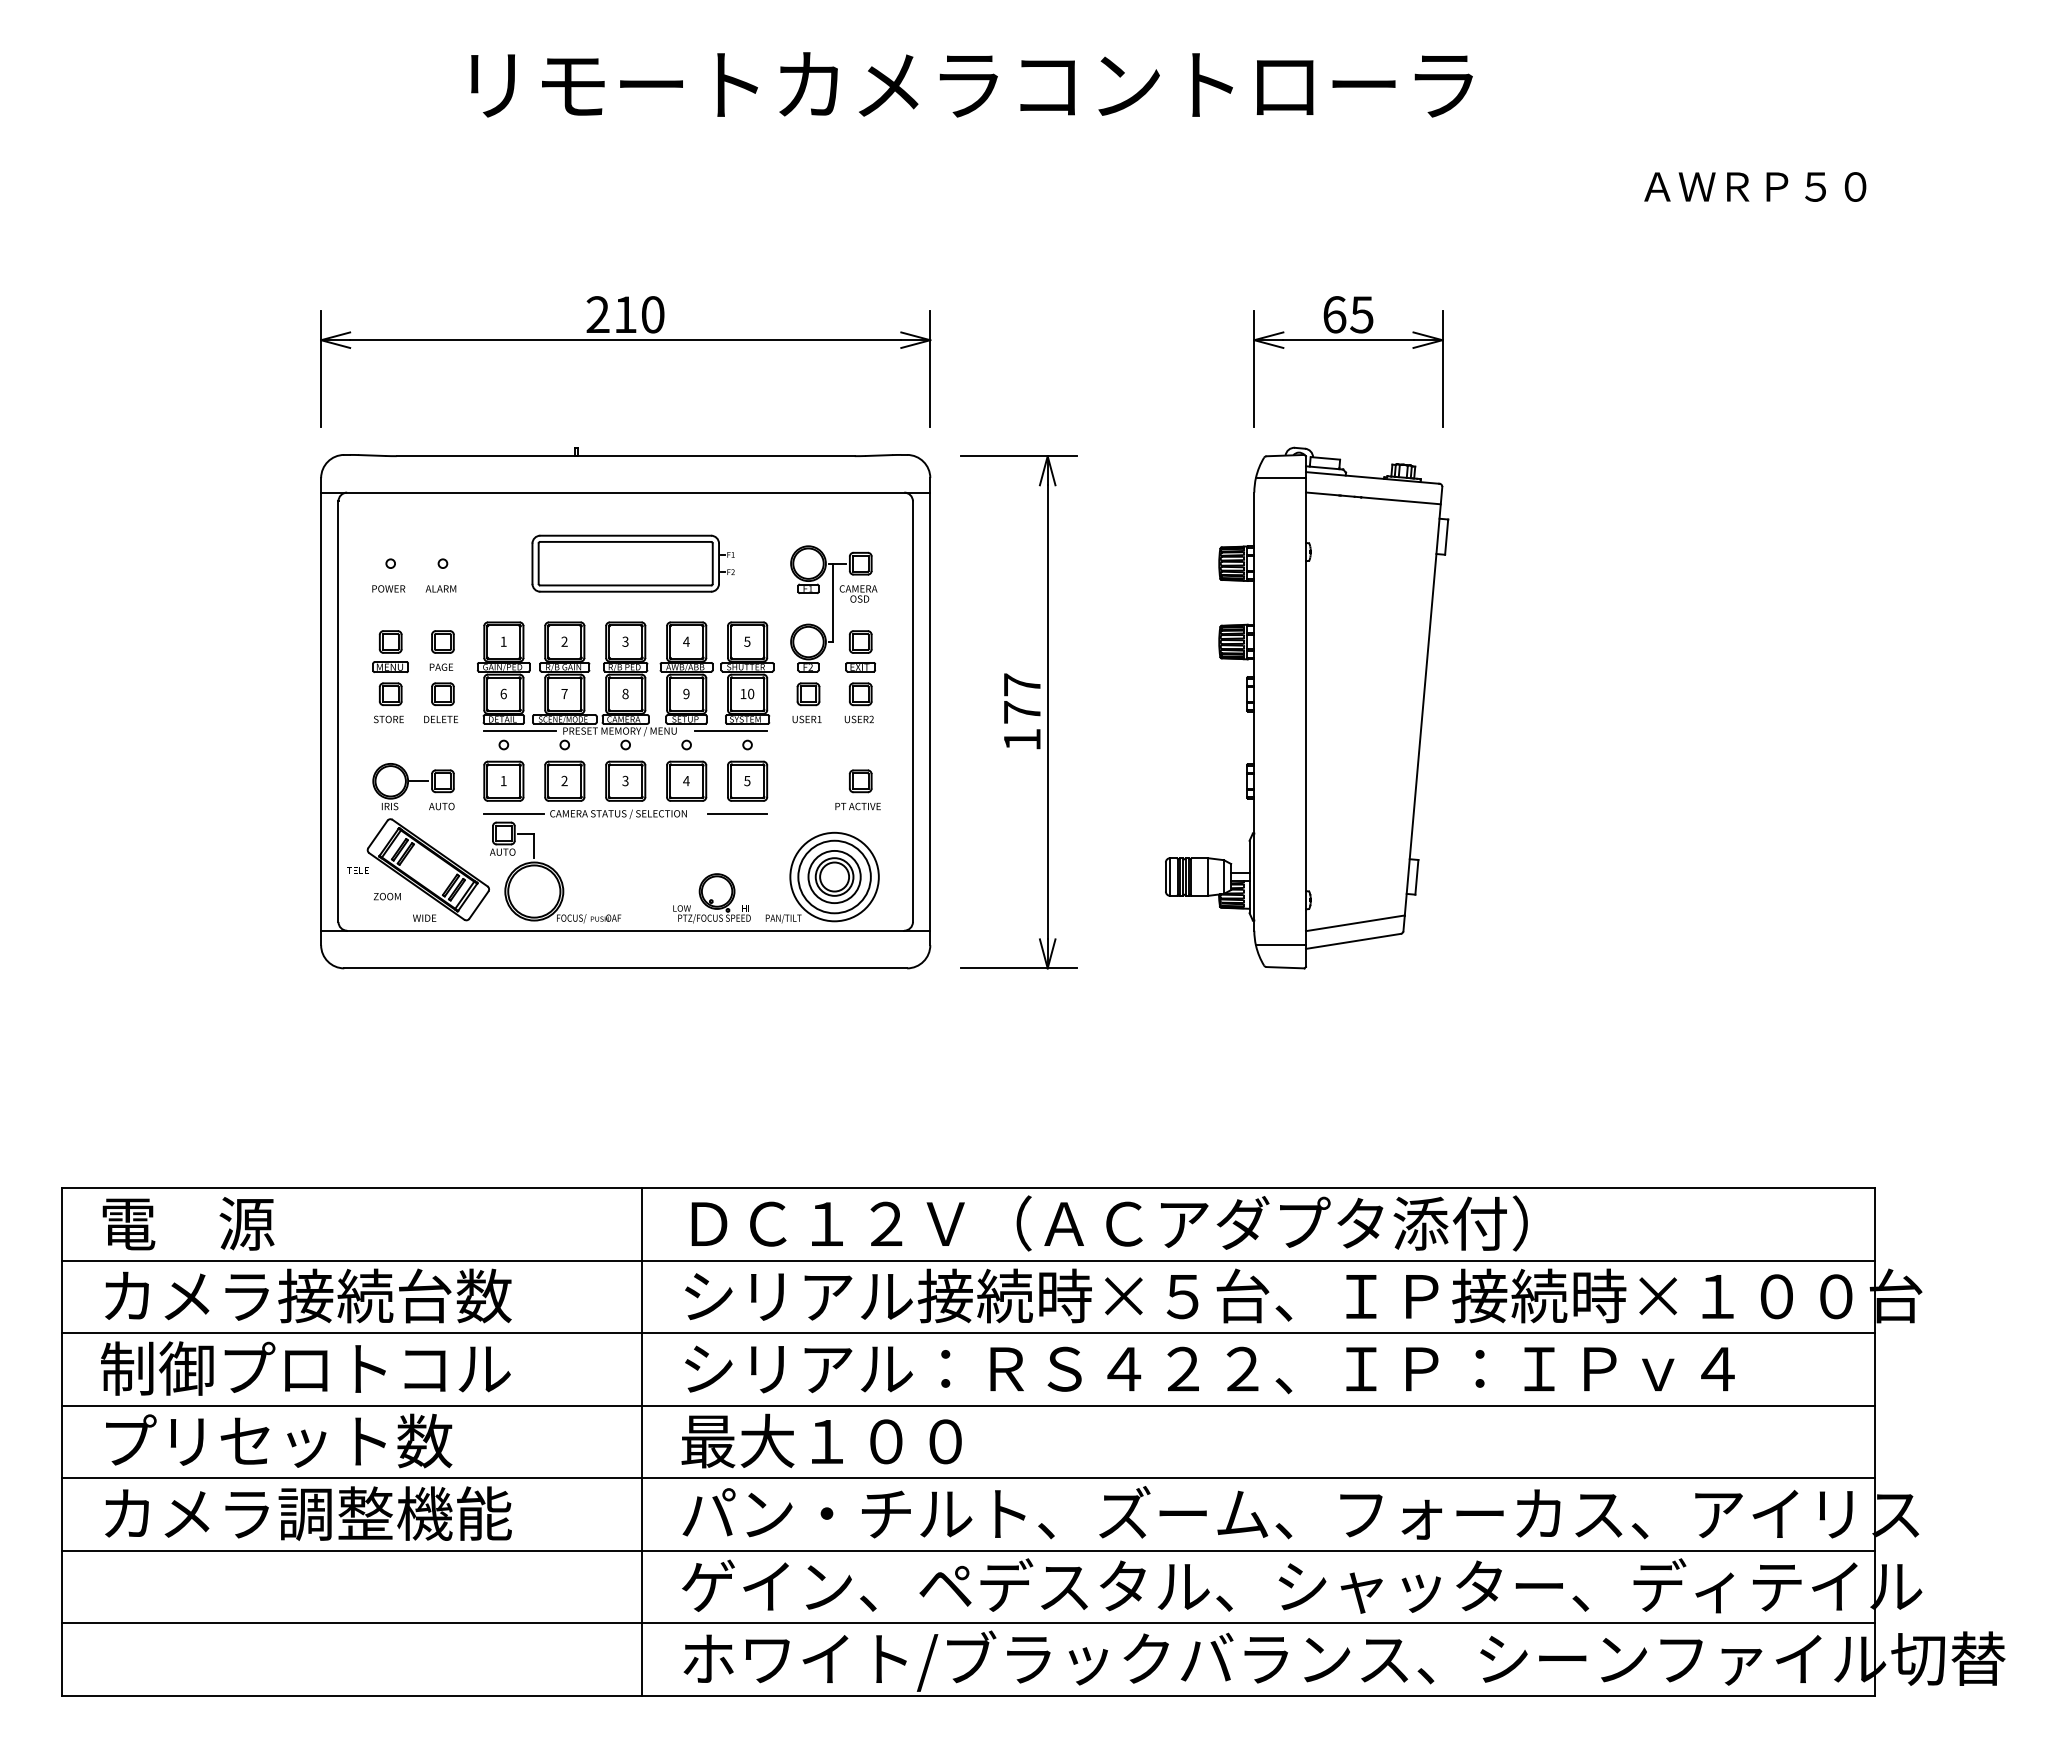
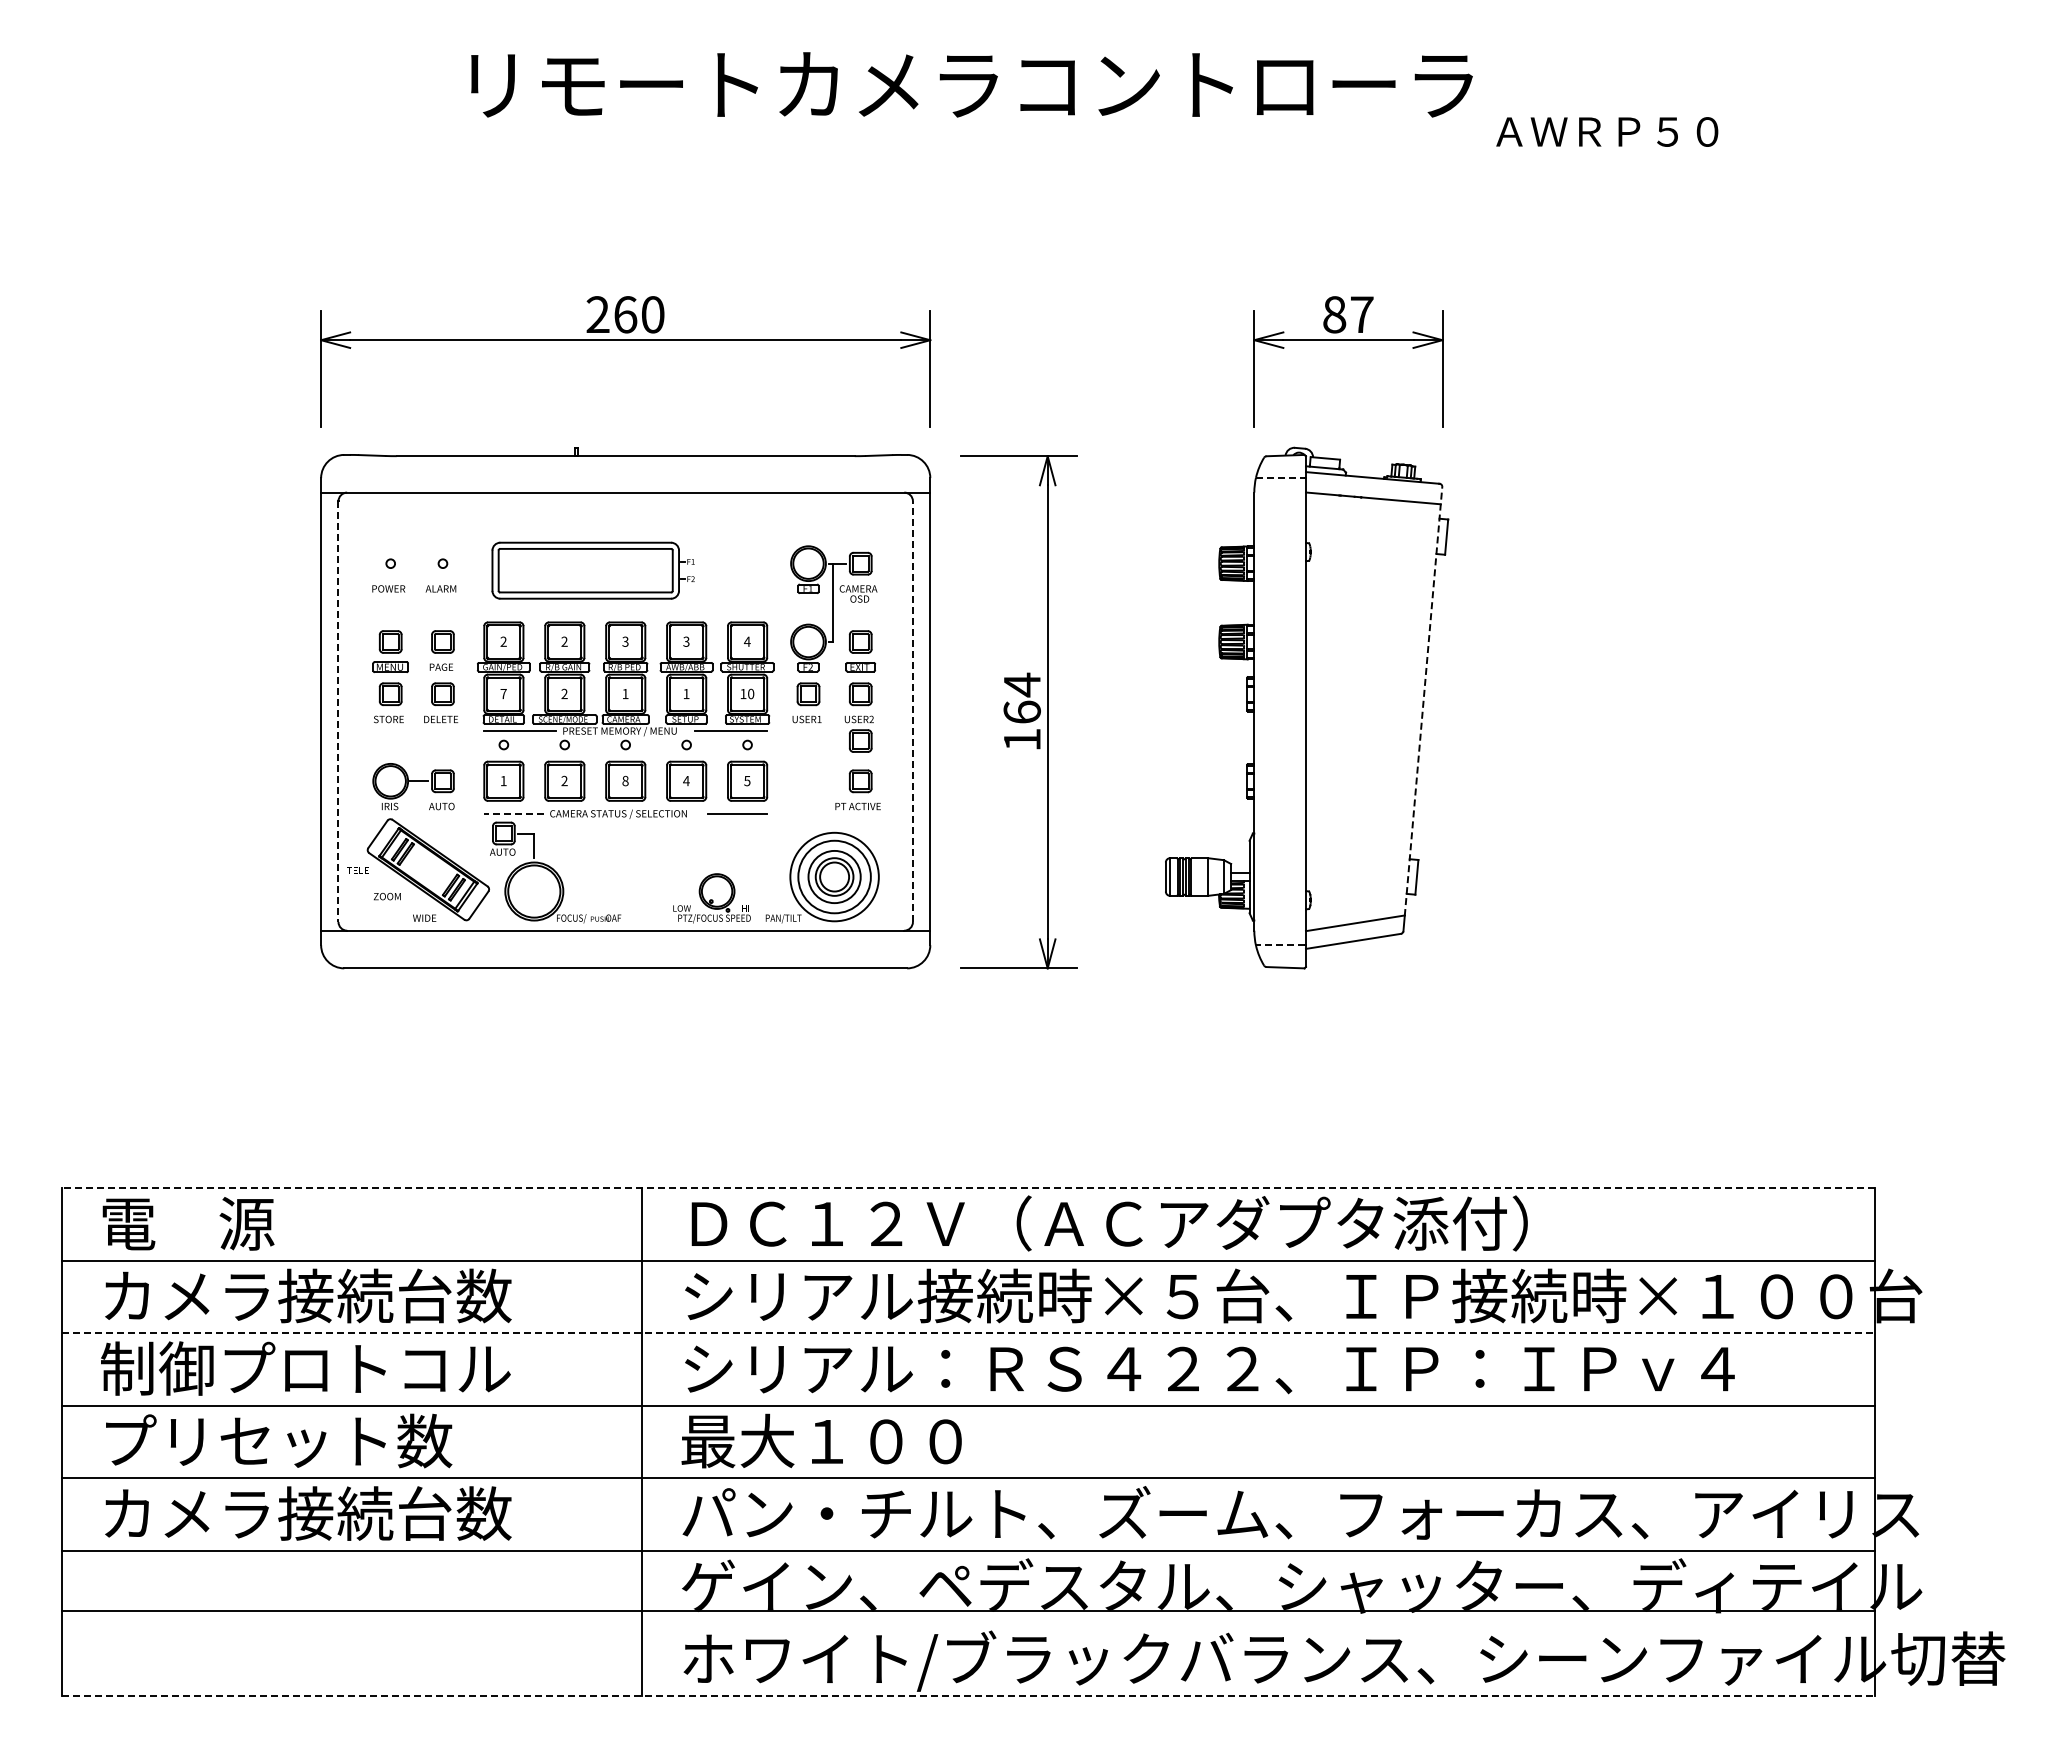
text at (1755, 186) position: (1755, 186) -> (1607, 131)
text at (625, 314): 210 -> 260
text at (1348, 314): 65 -> 87
line at (1280, 478): solid -> dashed
part at (632, 563) position: (632, 563) -> (592, 570)
text at (503, 641): 1 -> 2
text at (686, 641): 4 -> 3
text at (747, 641): 5 -> 4
text at (503, 693): 6 -> 7
text at (564, 693): 7 -> 2
text at (625, 693): 8 -> 1
text at (686, 693): 9 -> 1
text at (1021, 697): 177 -> 164
line at (1423, 700): solid -> dashed
line at (912, 711): solid -> dashed
line at (338, 712): solid -> dashed
part at (860, 740): none -> present
text at (625, 781): 3 -> 8
line at (514, 813): solid -> dashed
line at (1279, 945): solid -> dashed
line at (968, 1188): solid -> dashed
line at (968, 1333): solid -> dashed
text at (394, 1513): カメラ調整機能 -> カメラ接続台数
line at (968, 1623) position: (968, 1623) -> (968, 1611)
line at (968, 1695): solid -> dashed
